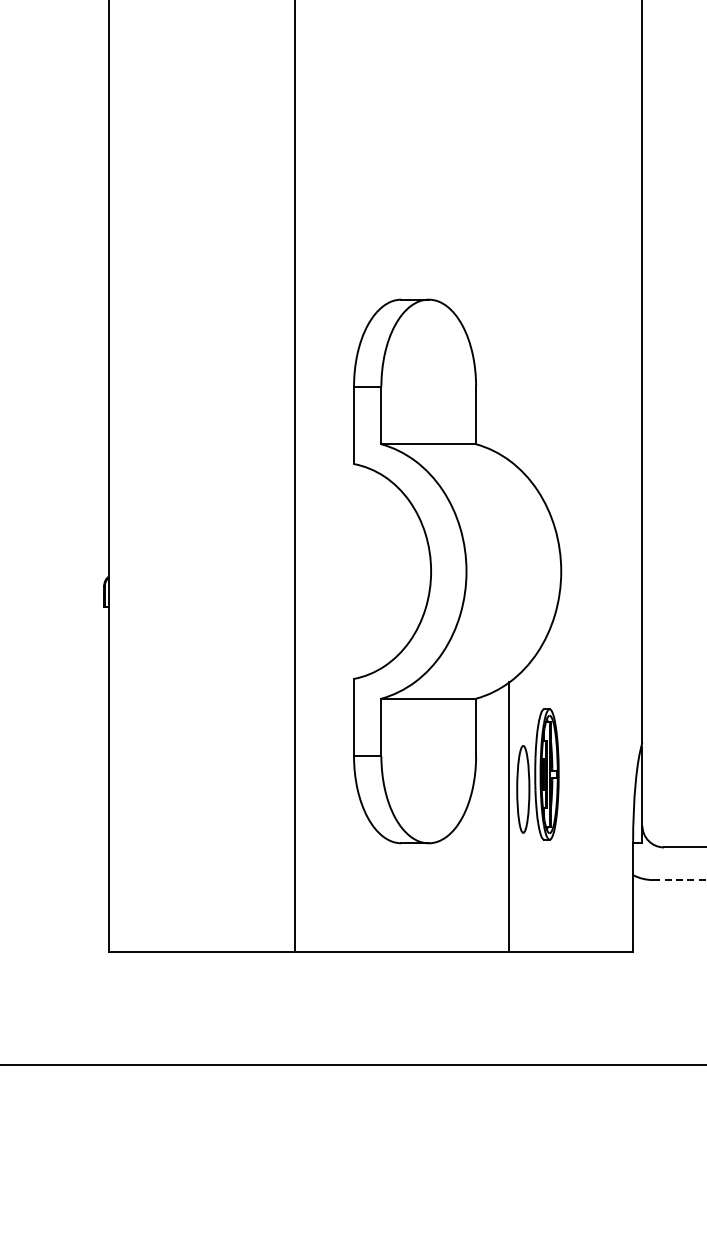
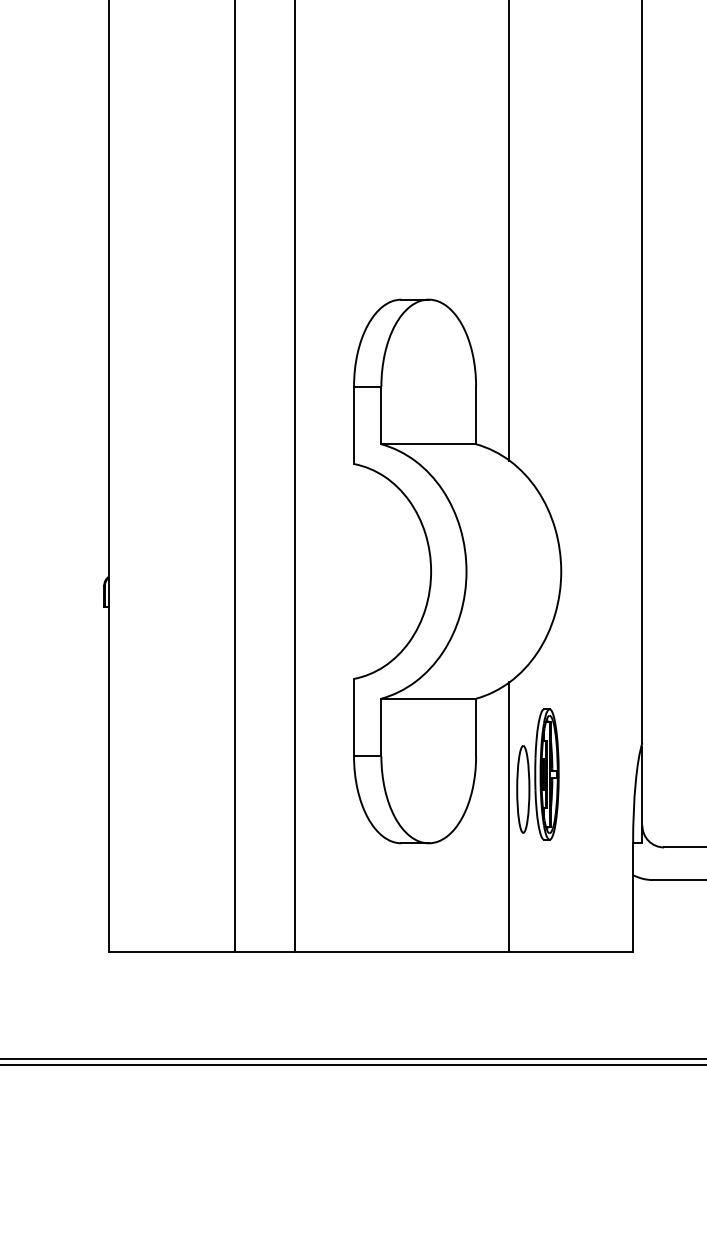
line at (509, 231): none -> present
line at (234, 477): none -> present
line at (680, 880): dashed -> solid
line at (352, 1059): none -> present
